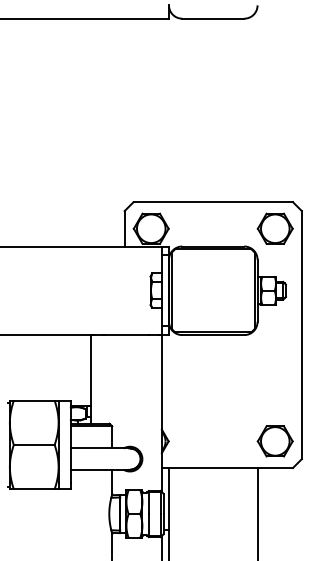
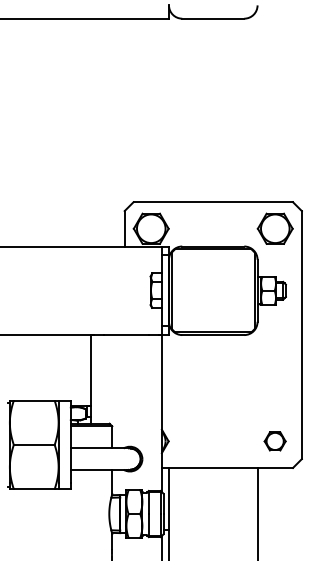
part at (274, 441) size: 38x33 px -> 24x21 px
